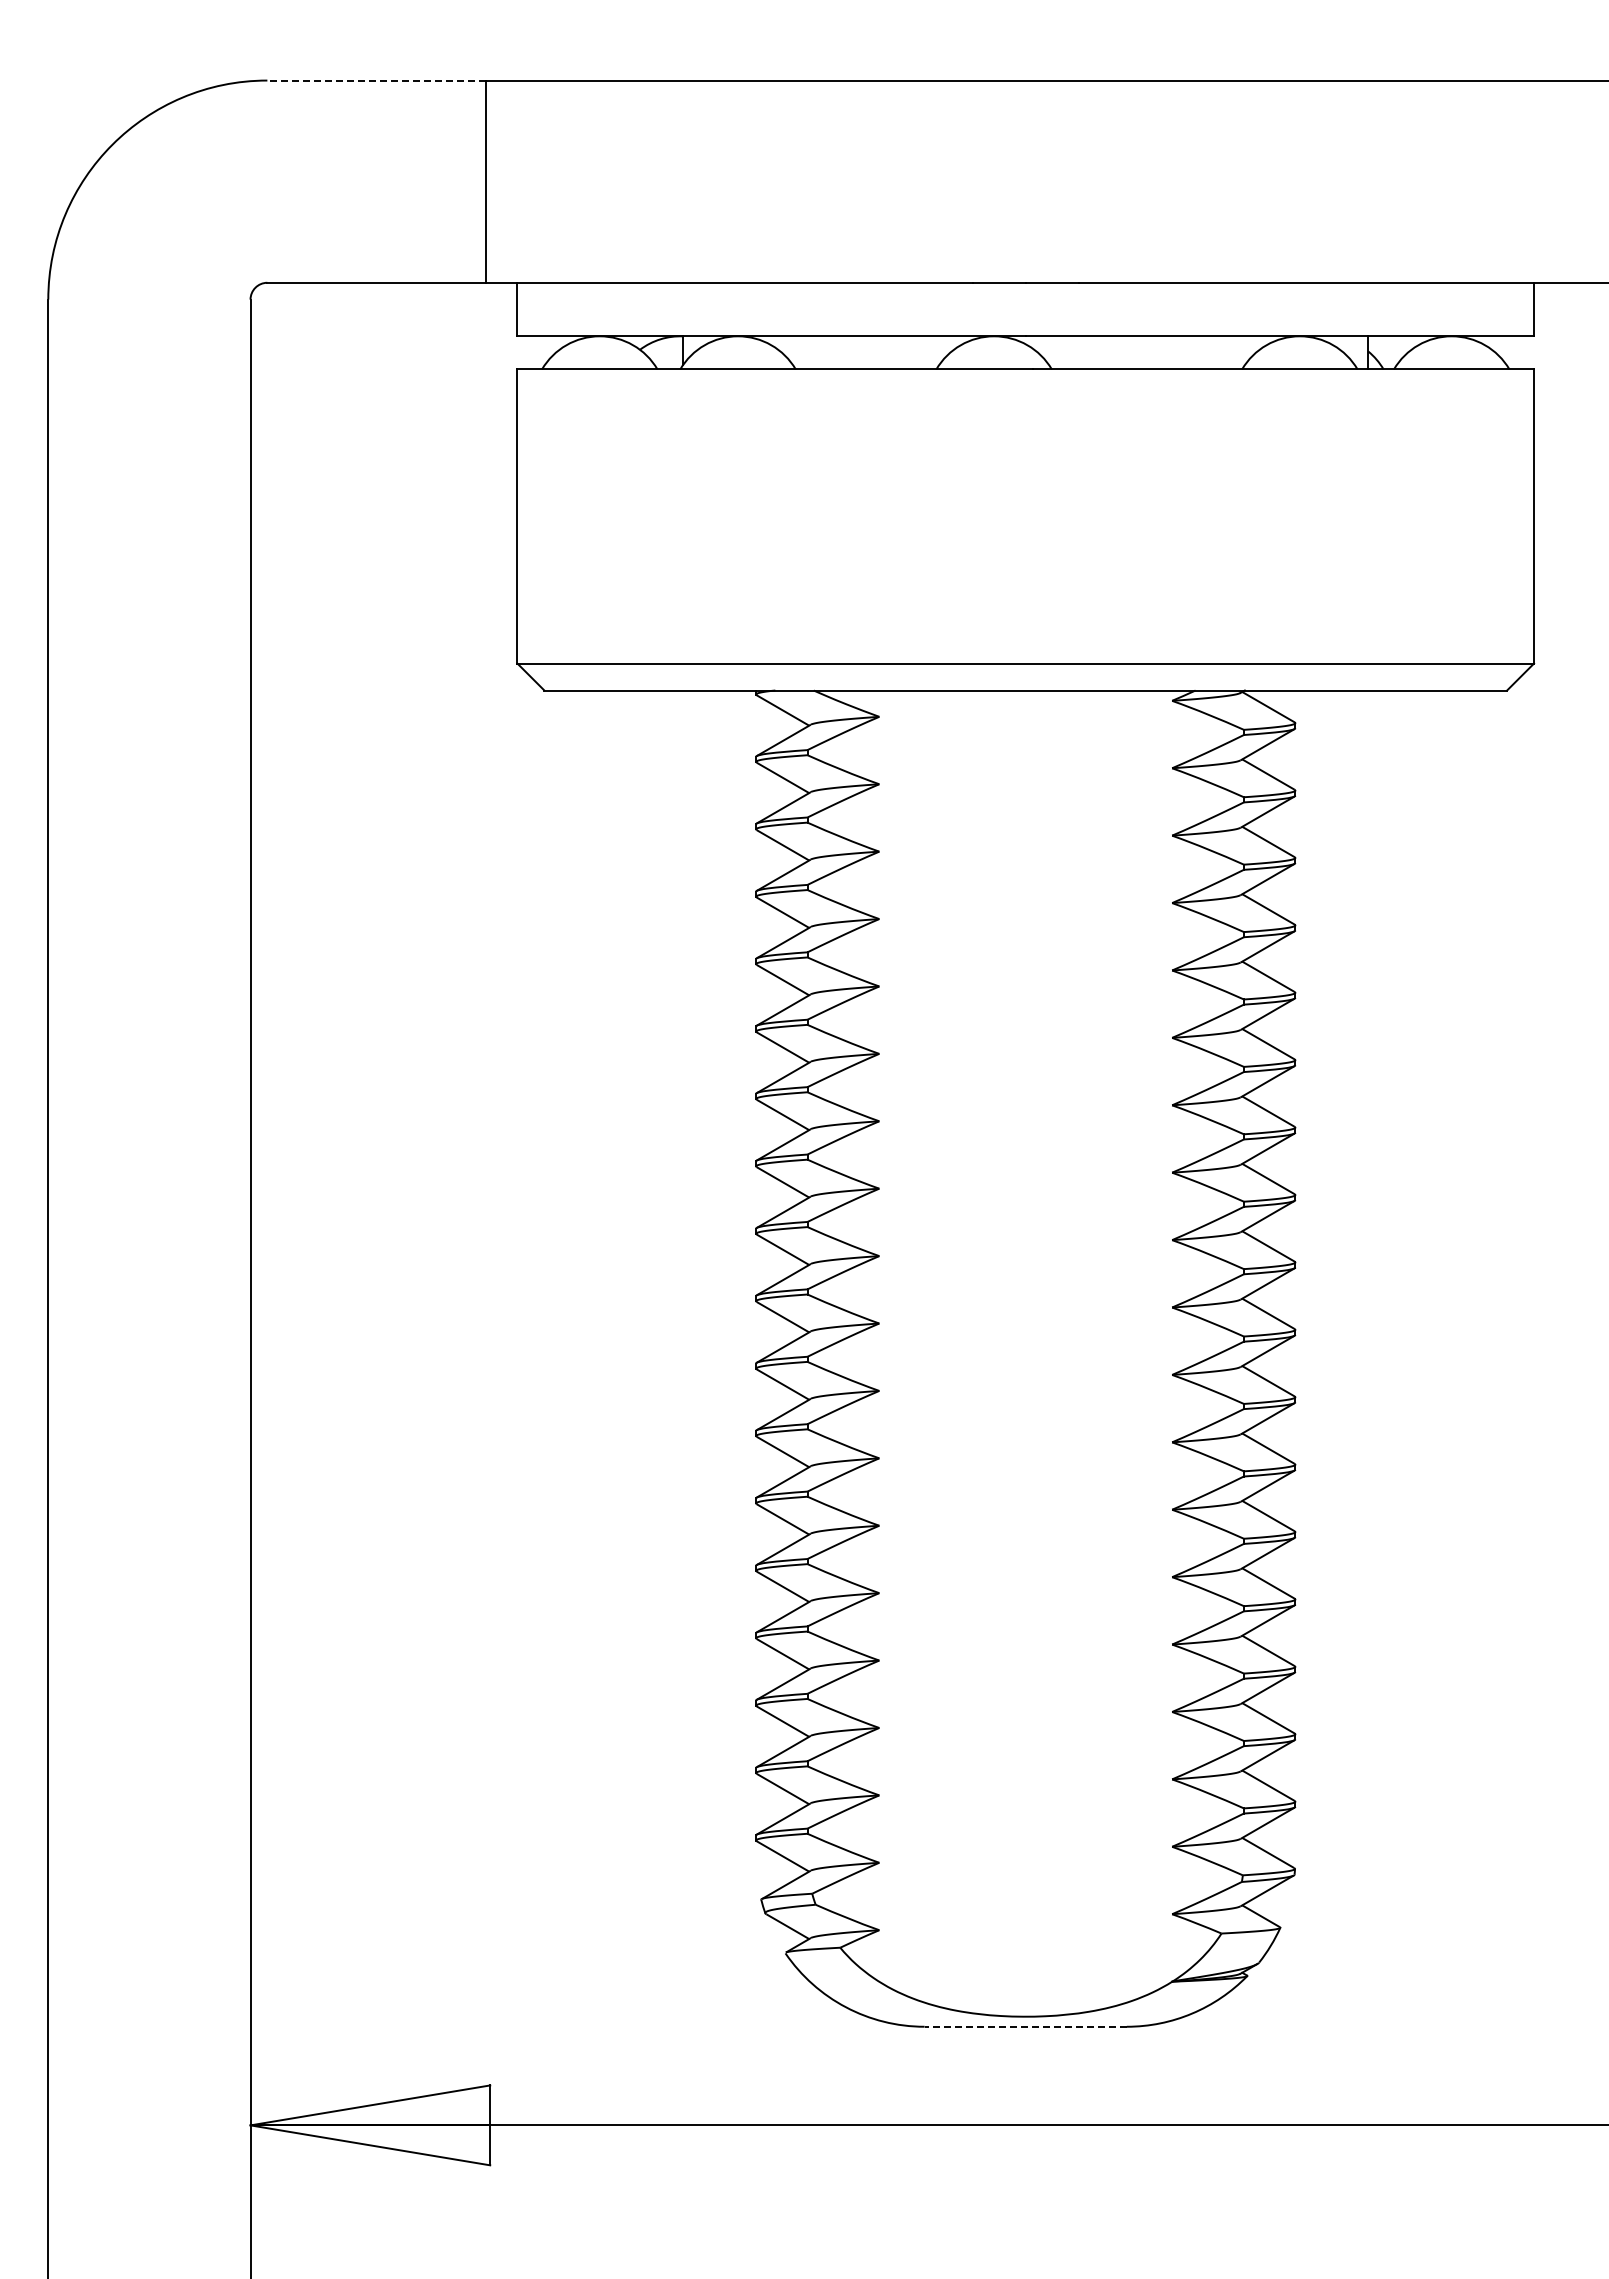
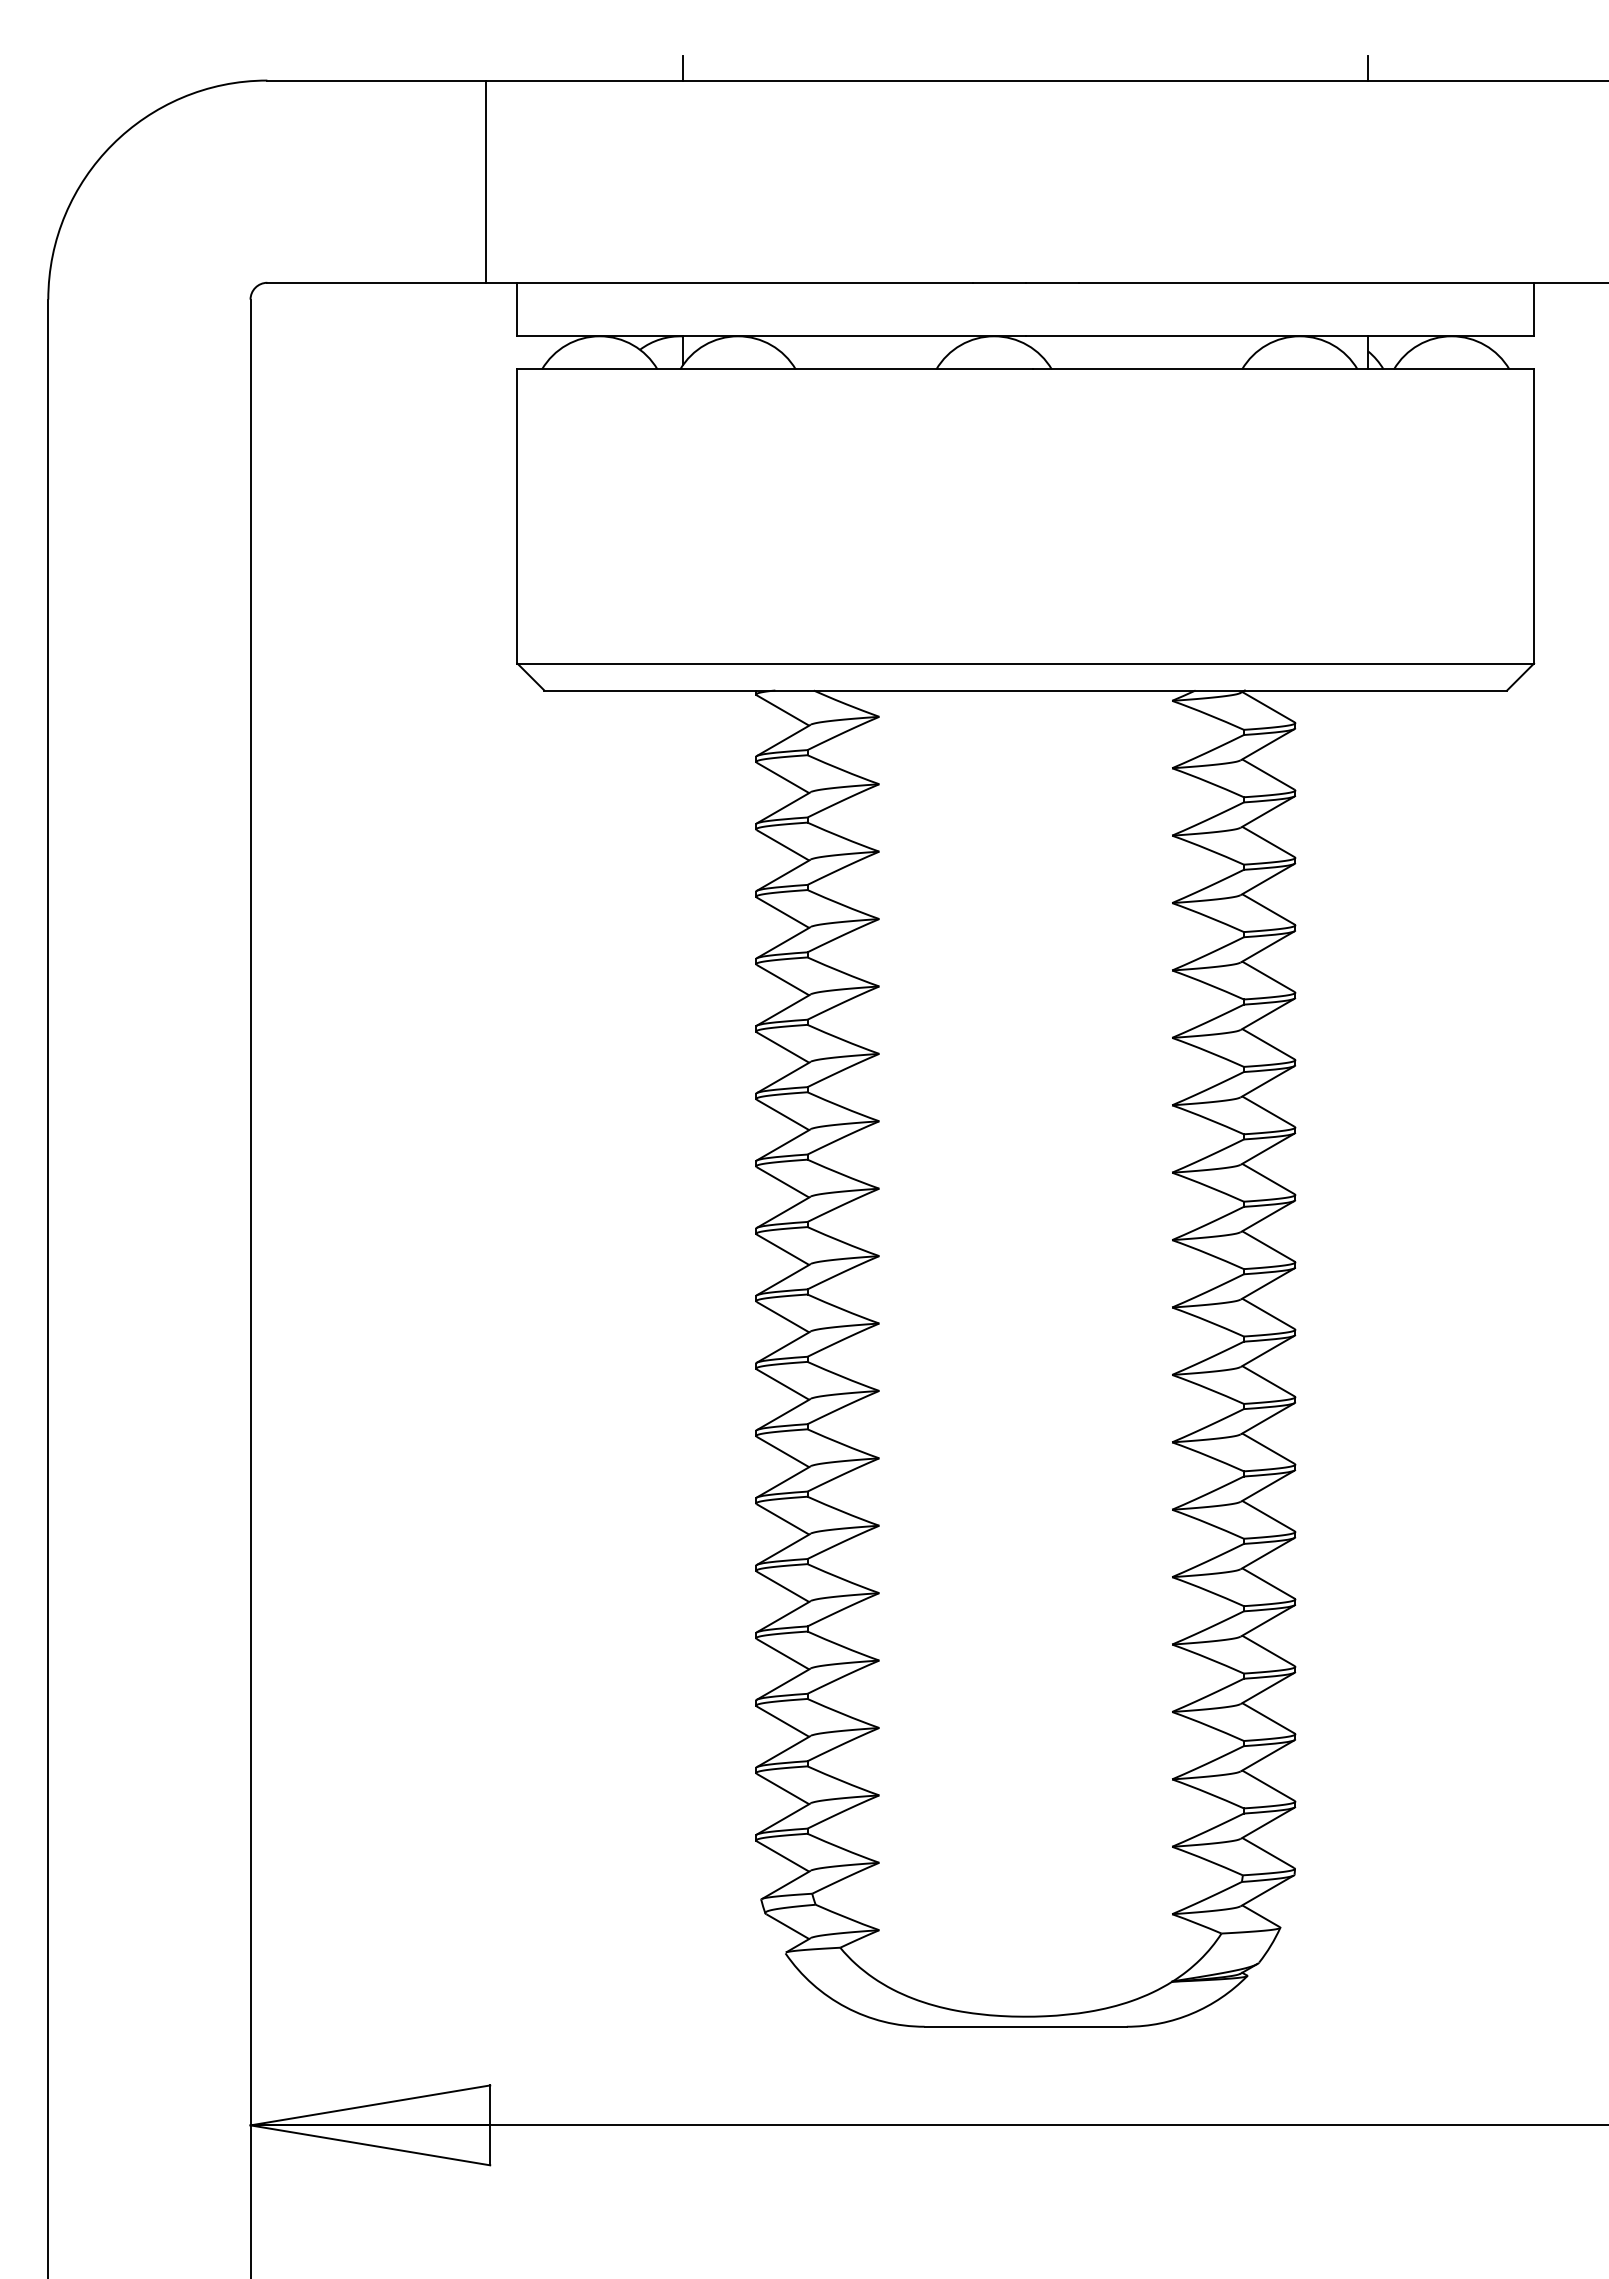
line at (683, 68): none -> present
line at (1368, 68): none -> present
line at (376, 80): dashed -> solid
line at (1025, 2026): dashed -> solid
